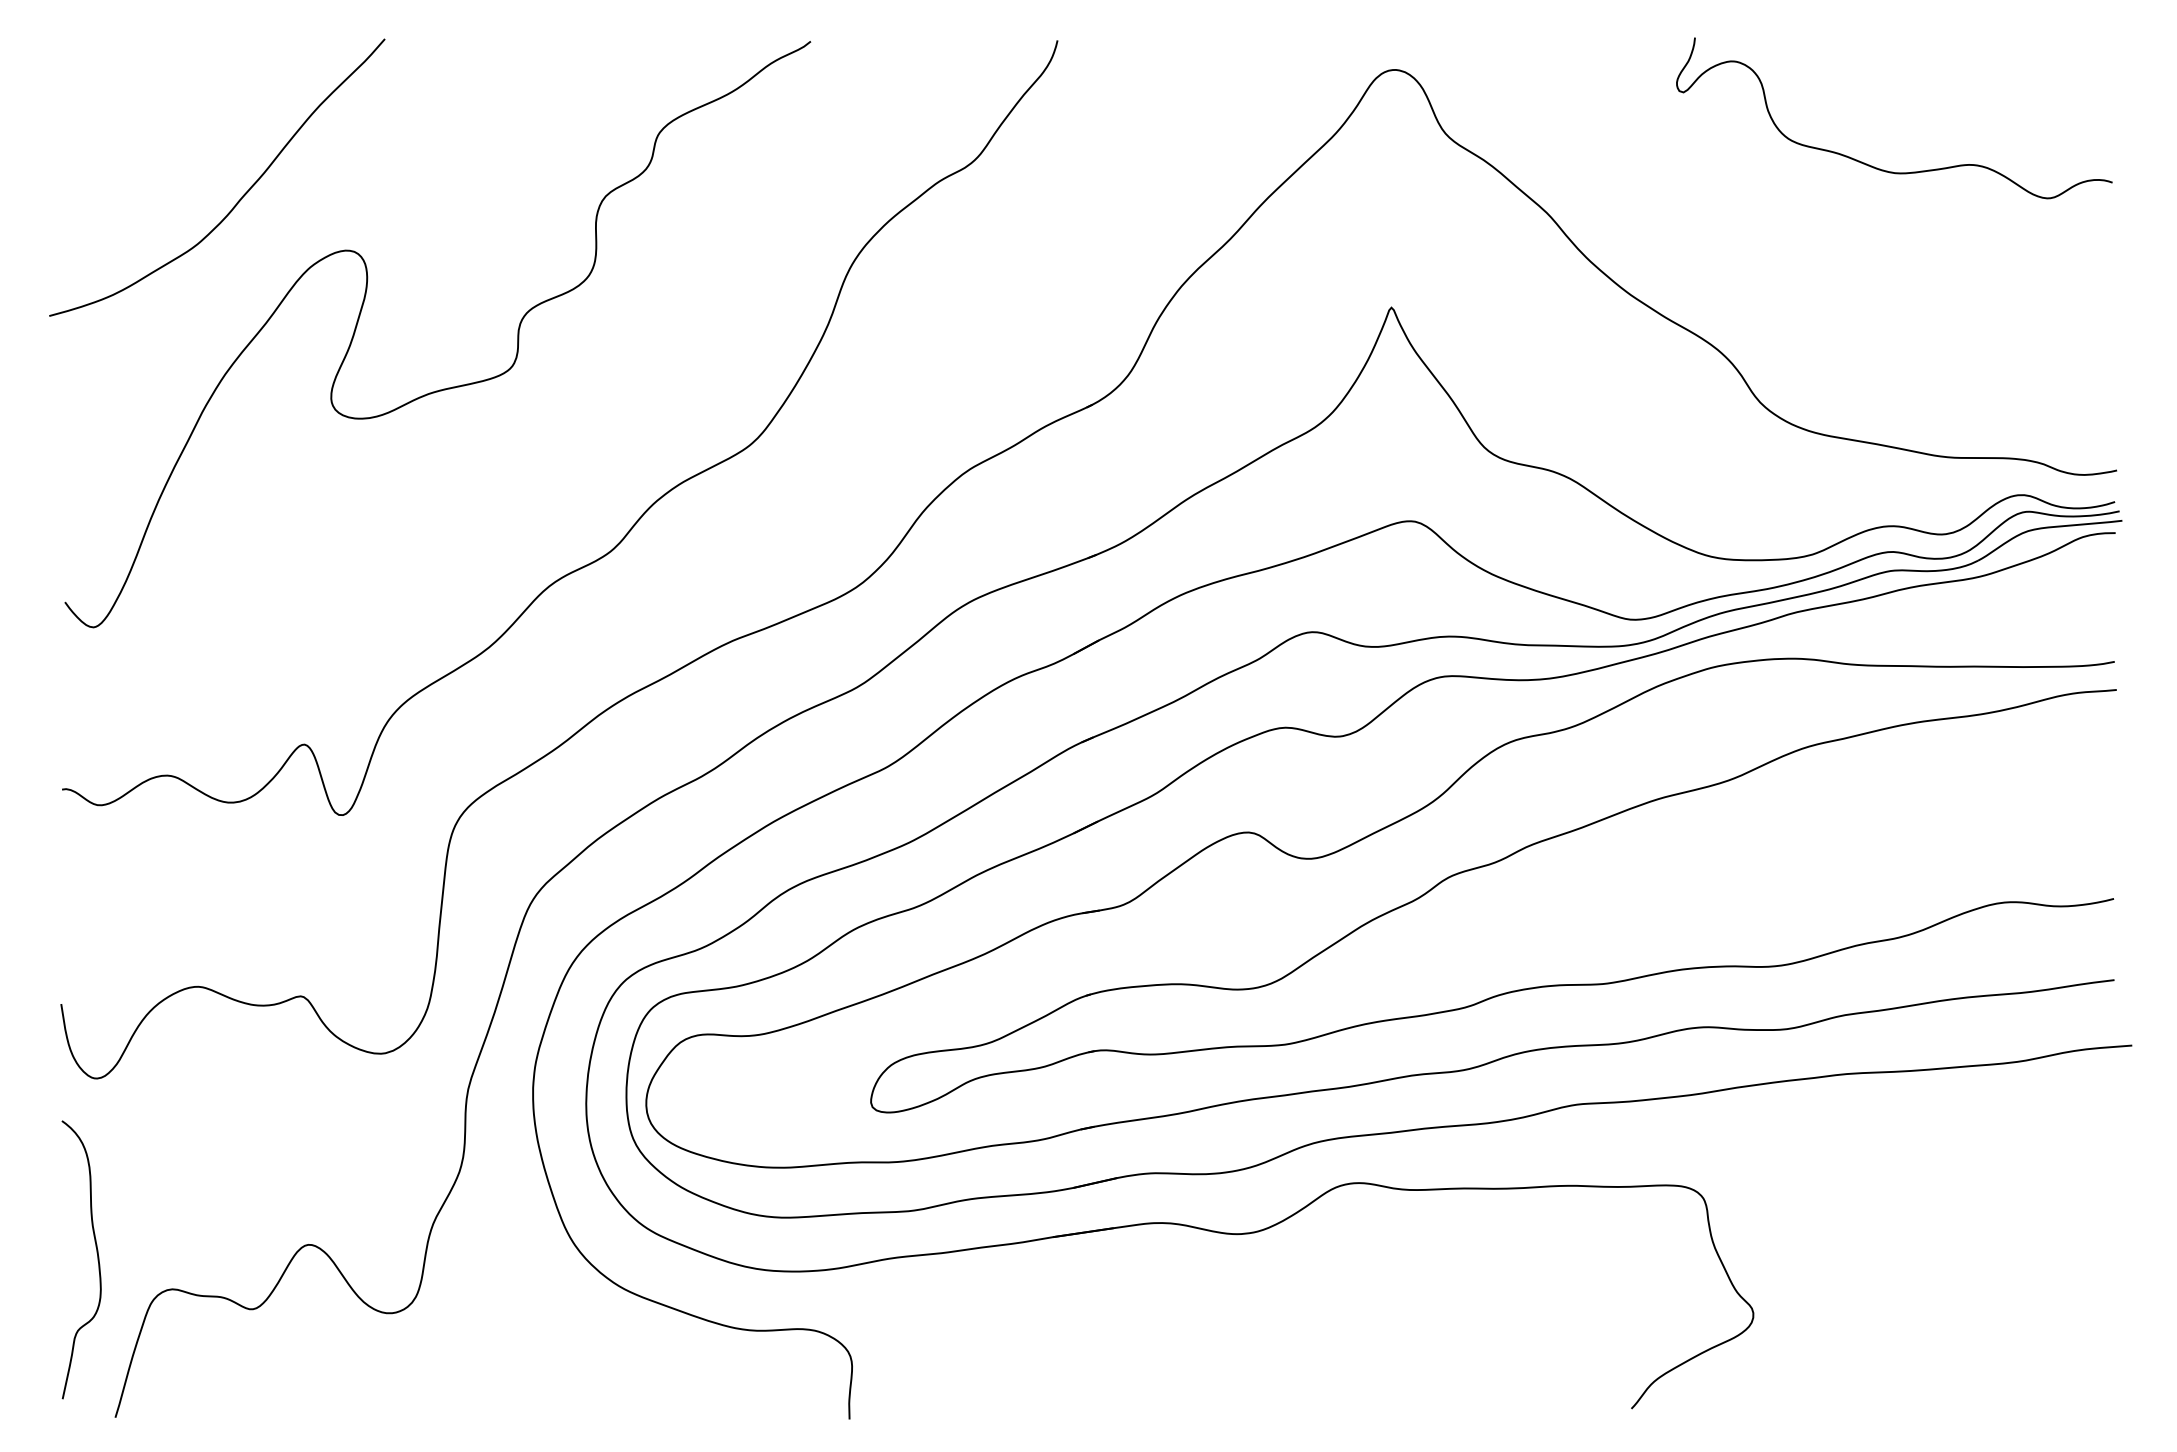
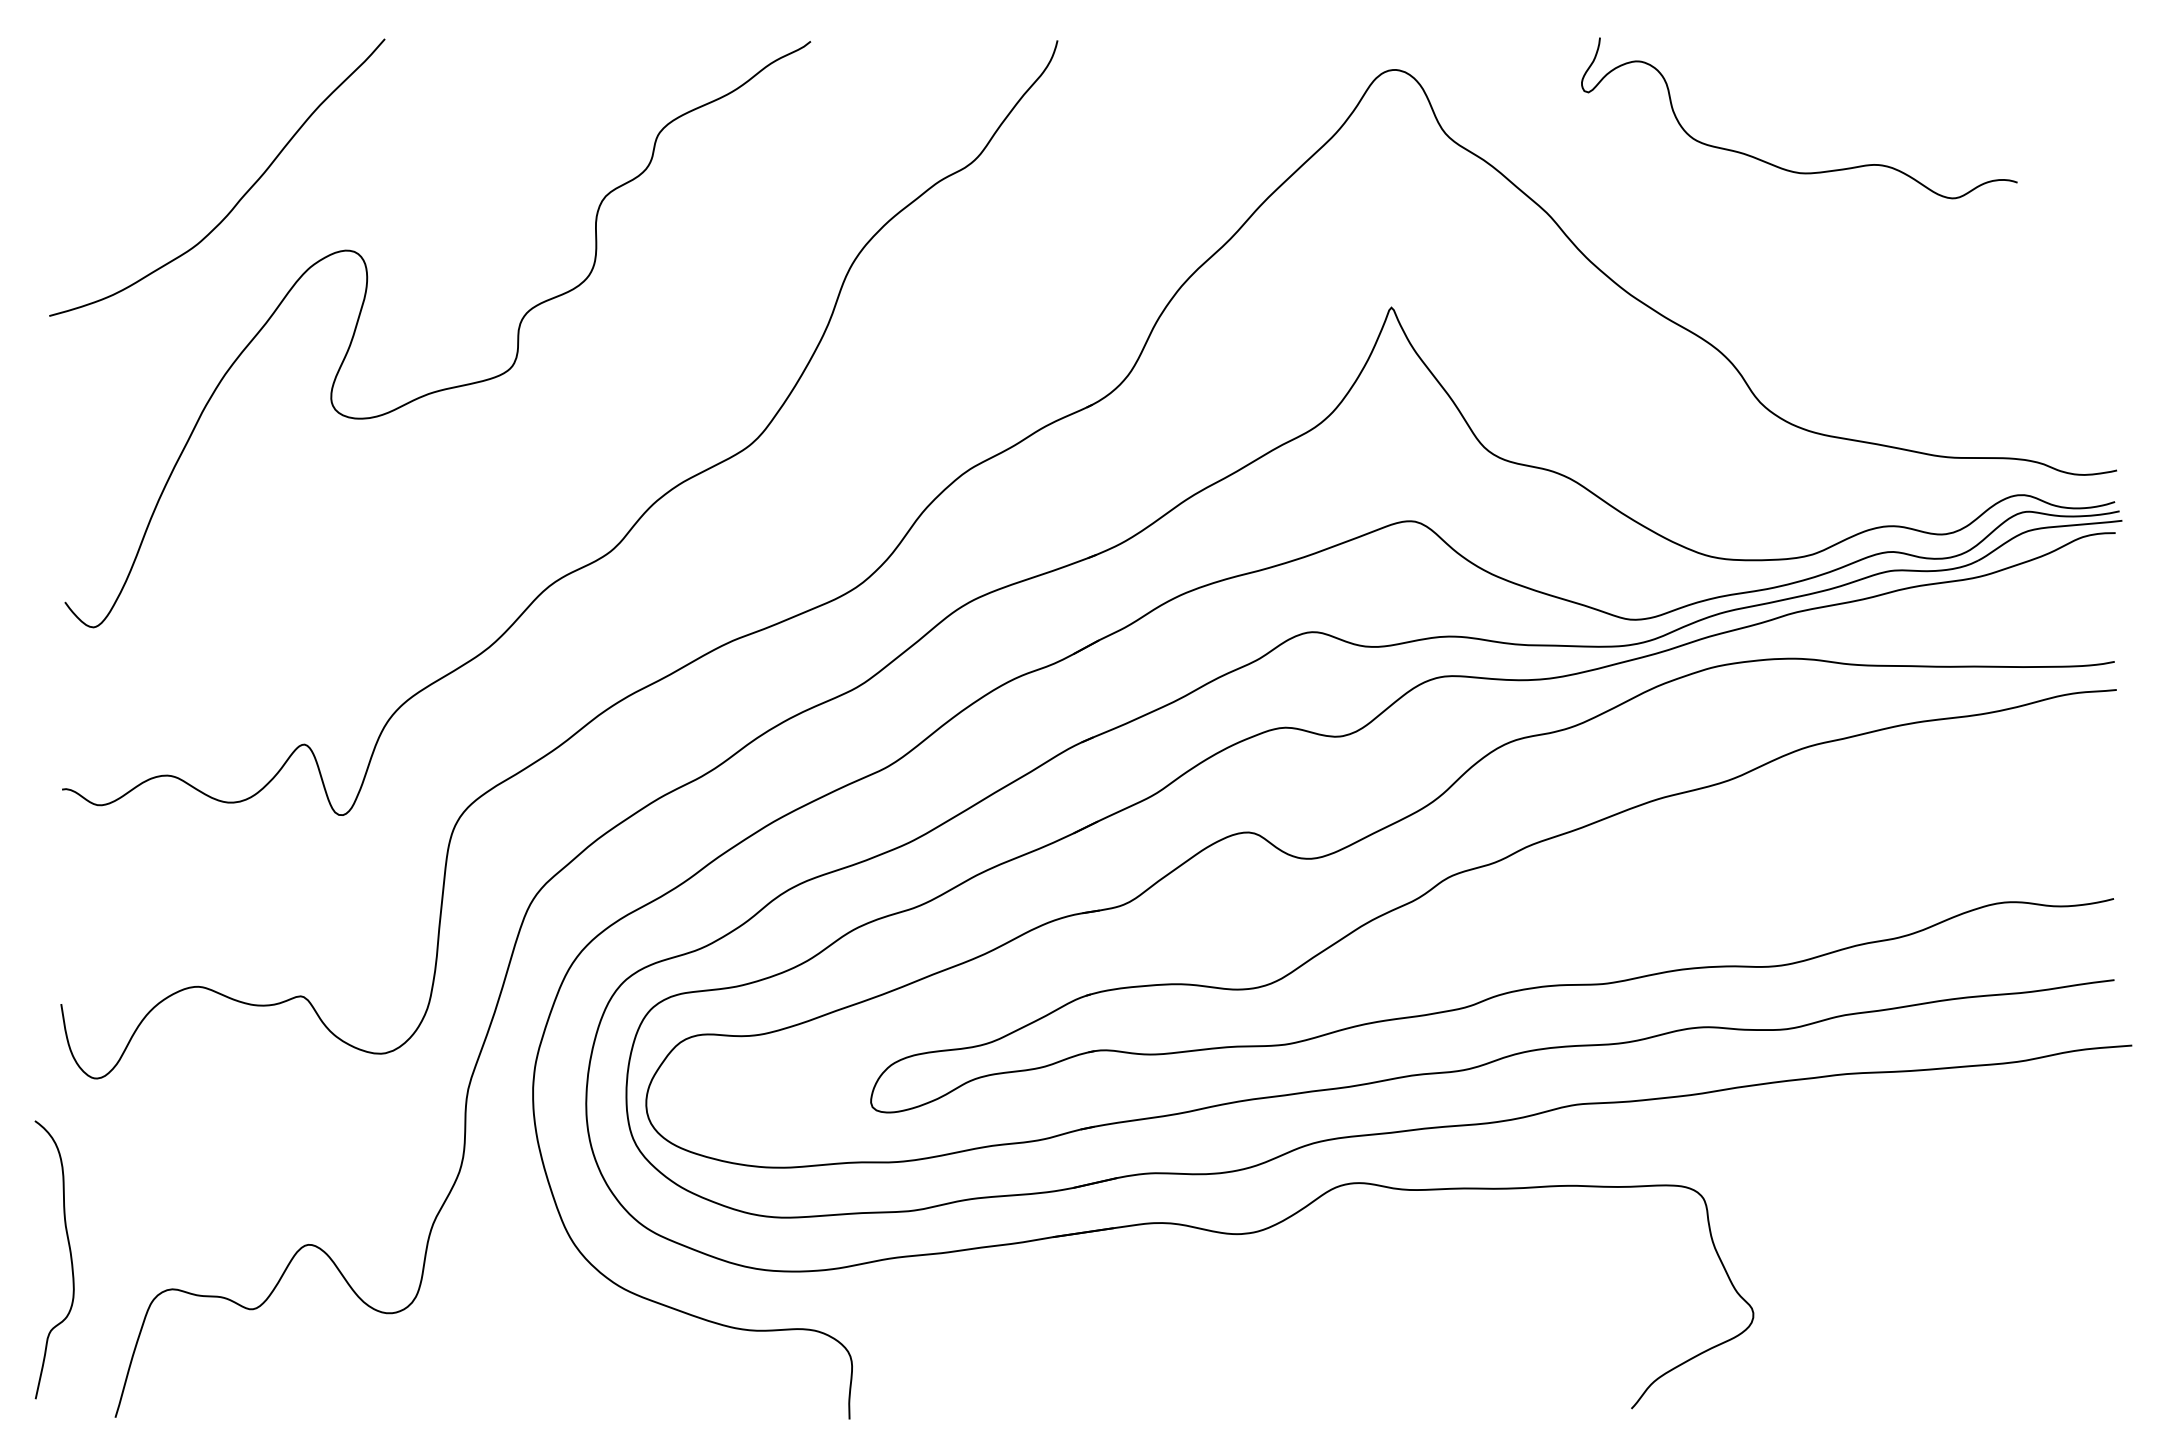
curve at (1877, 167) position: (1877, 167) -> (1782, 167)
curve at (97, 1259) position: (97, 1259) -> (70, 1259)
